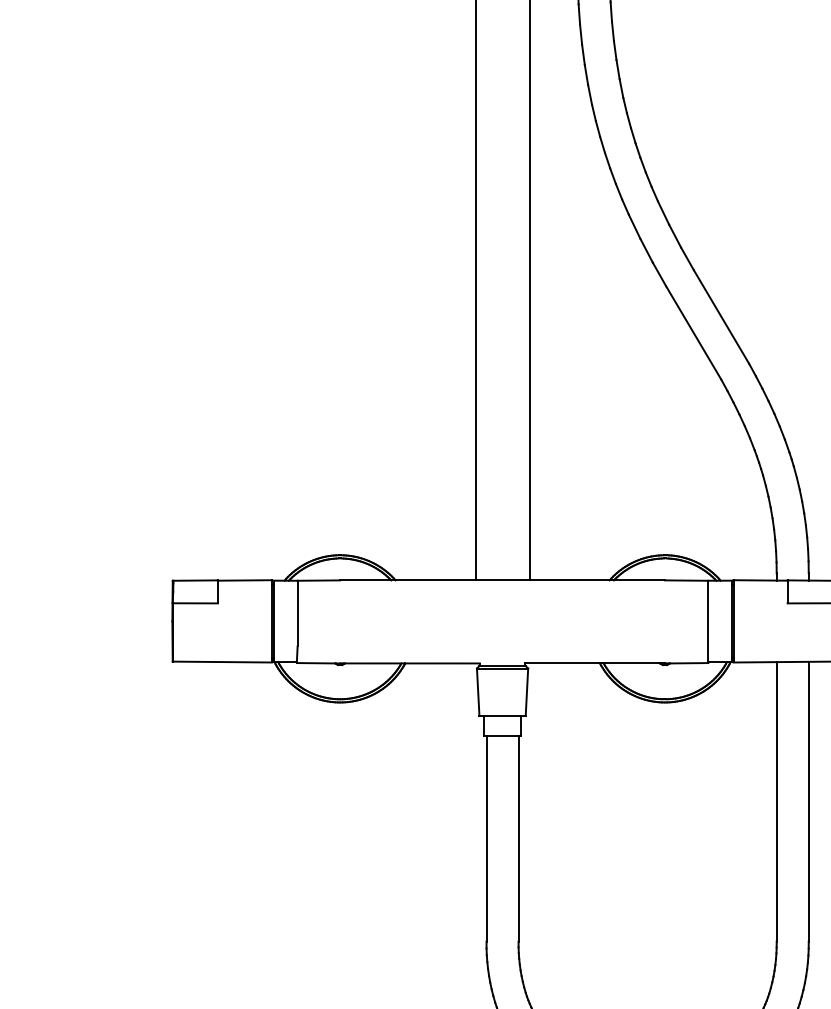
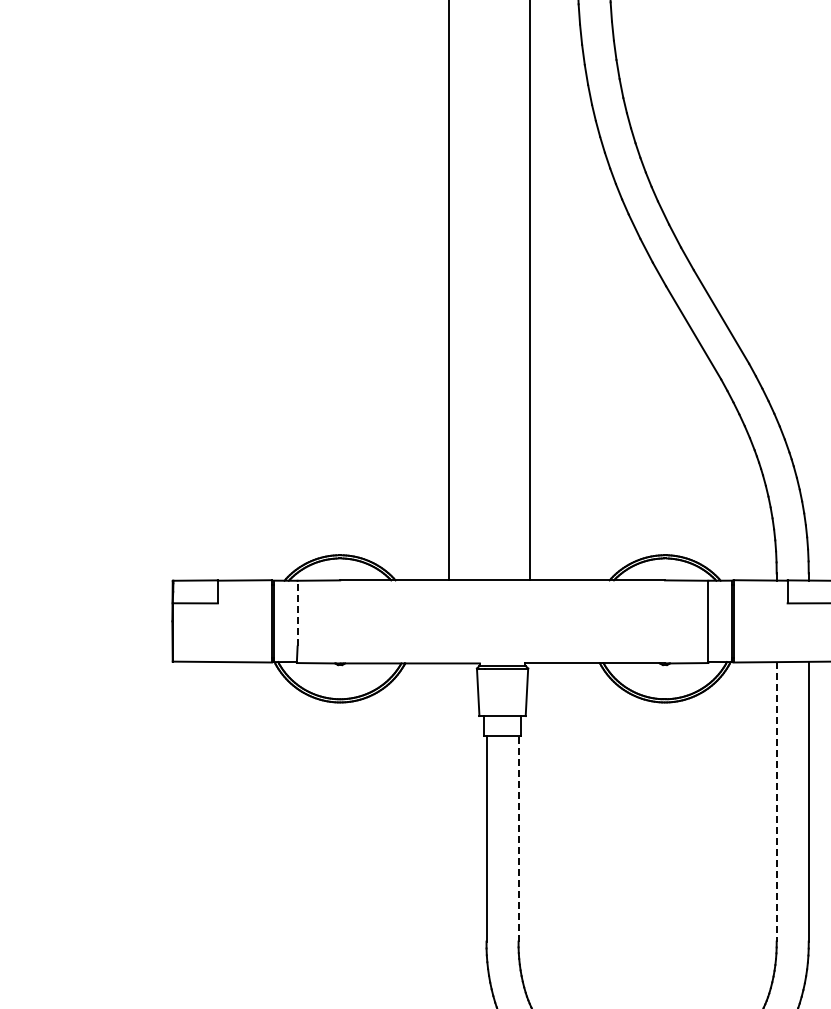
line at (475, 291) position: (475, 291) -> (448, 291)
line at (297, 613): solid -> dashed
line at (776, 801): solid -> dashed
line at (518, 838): solid -> dashed
